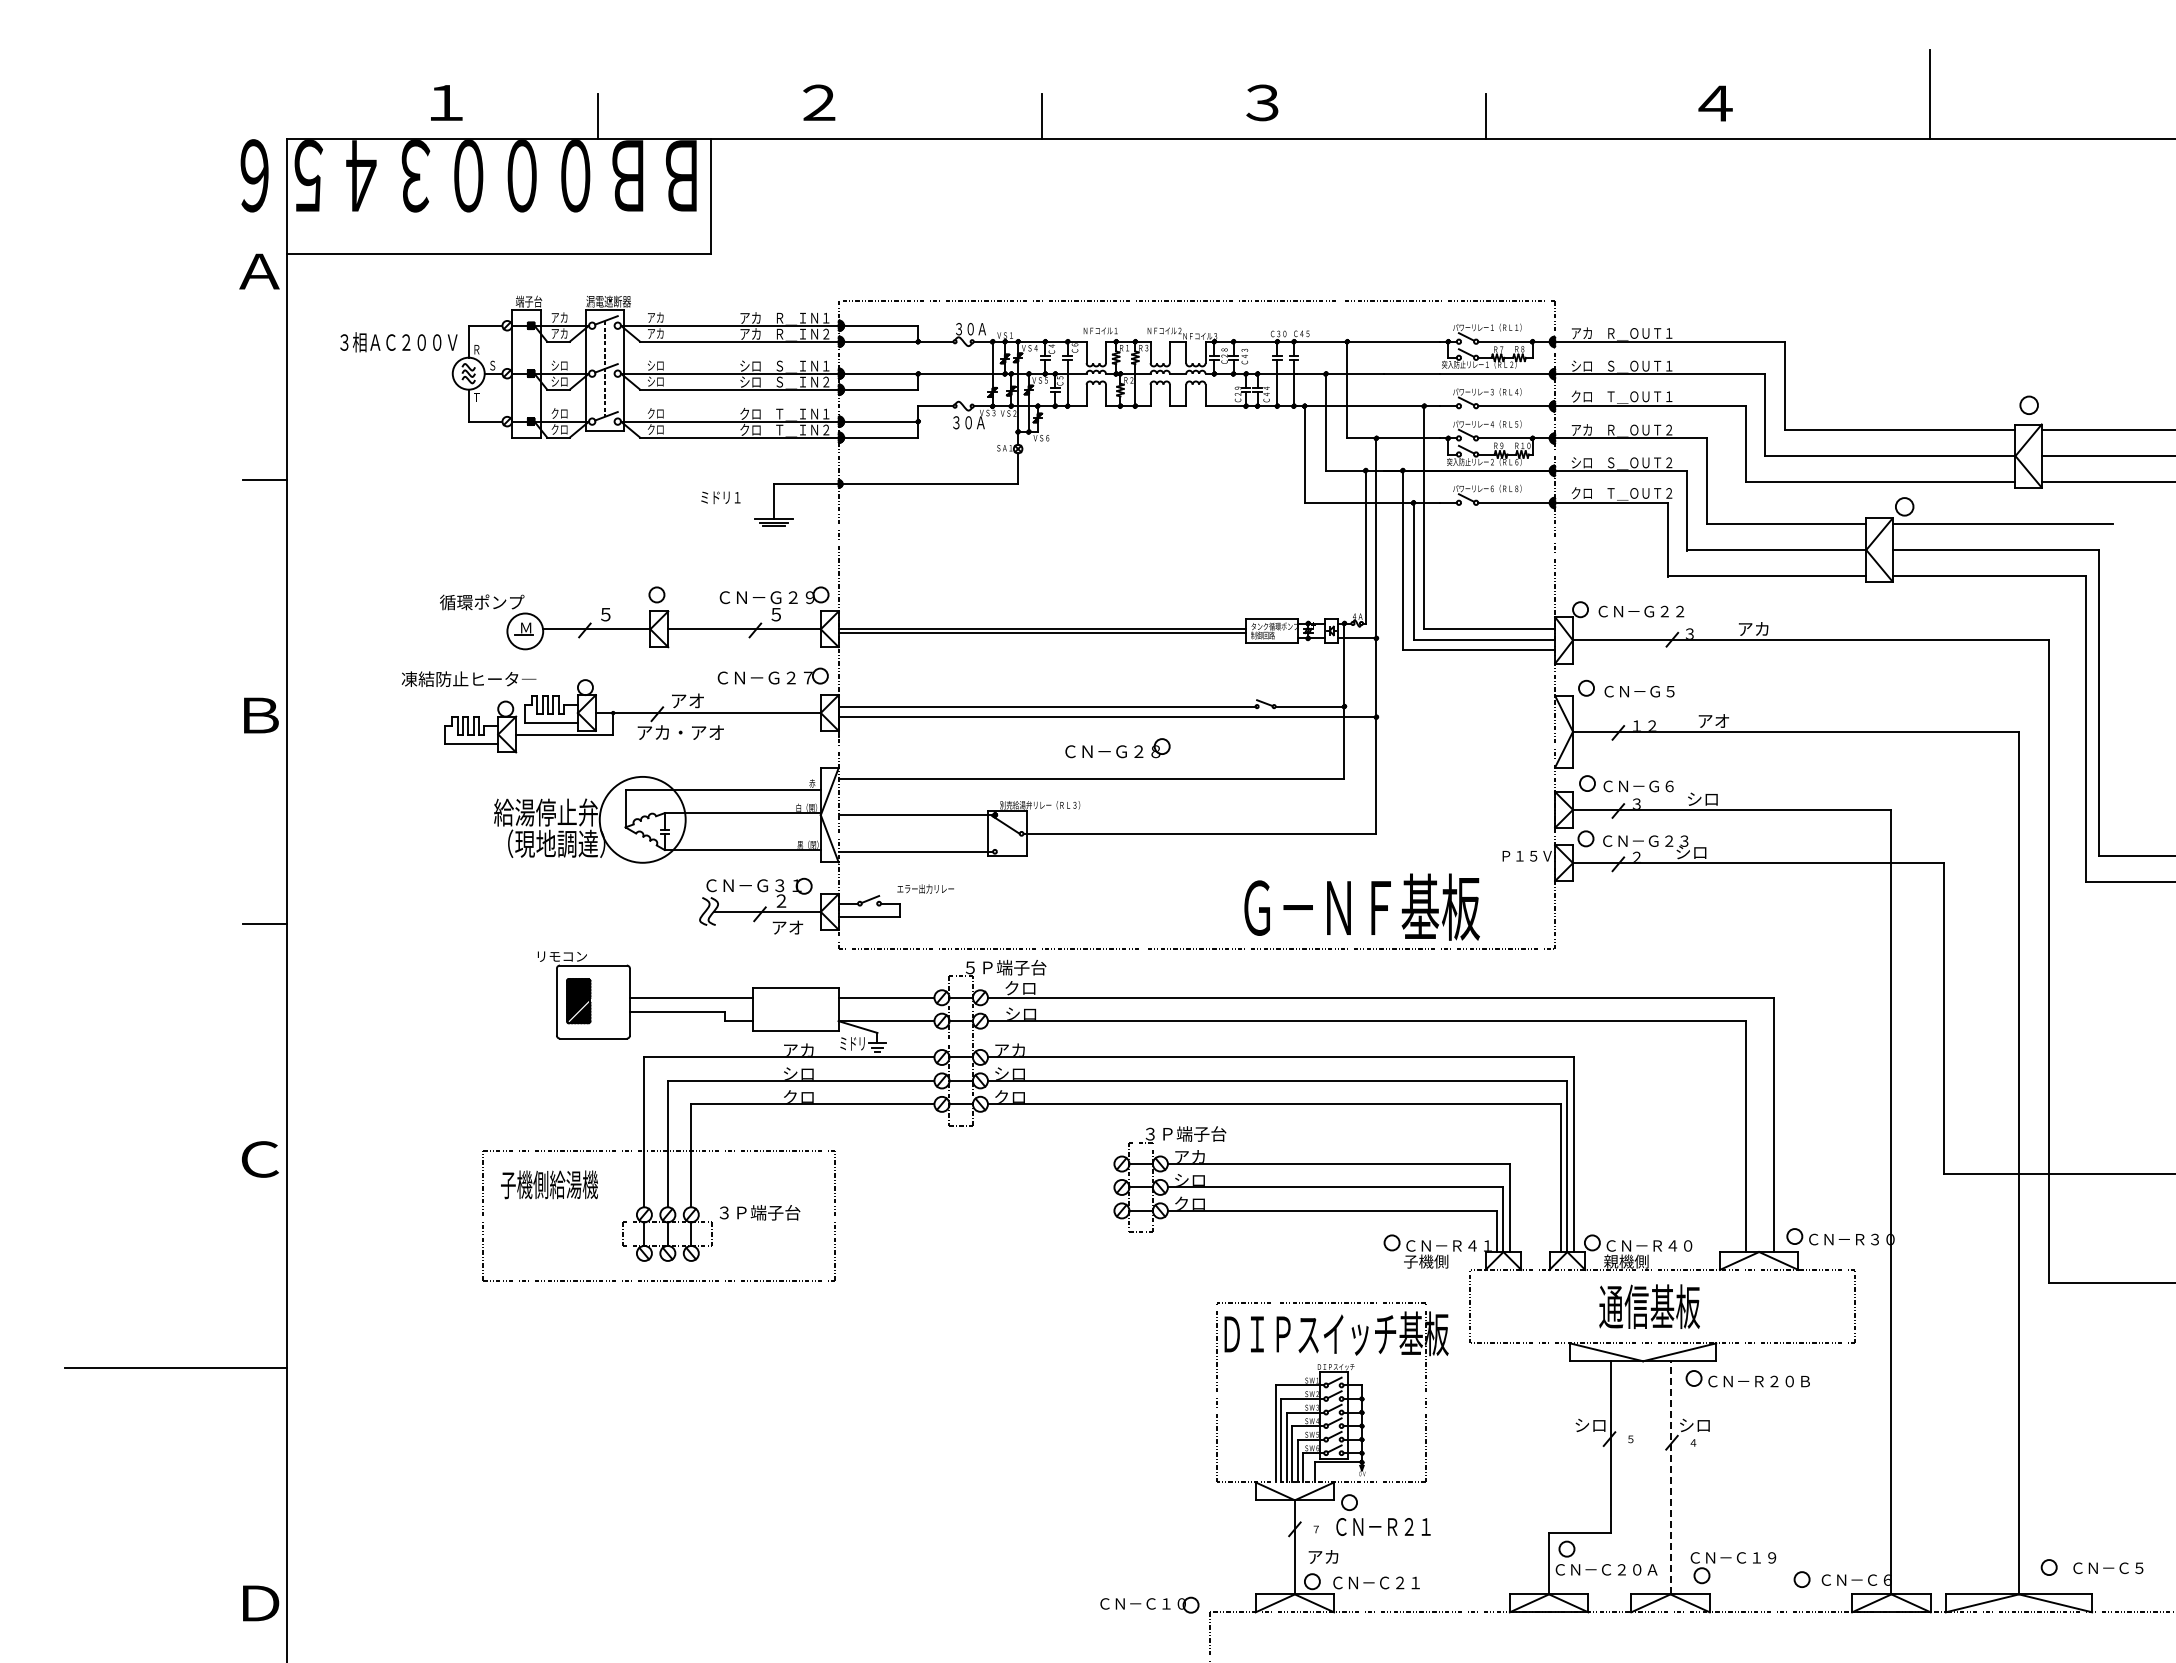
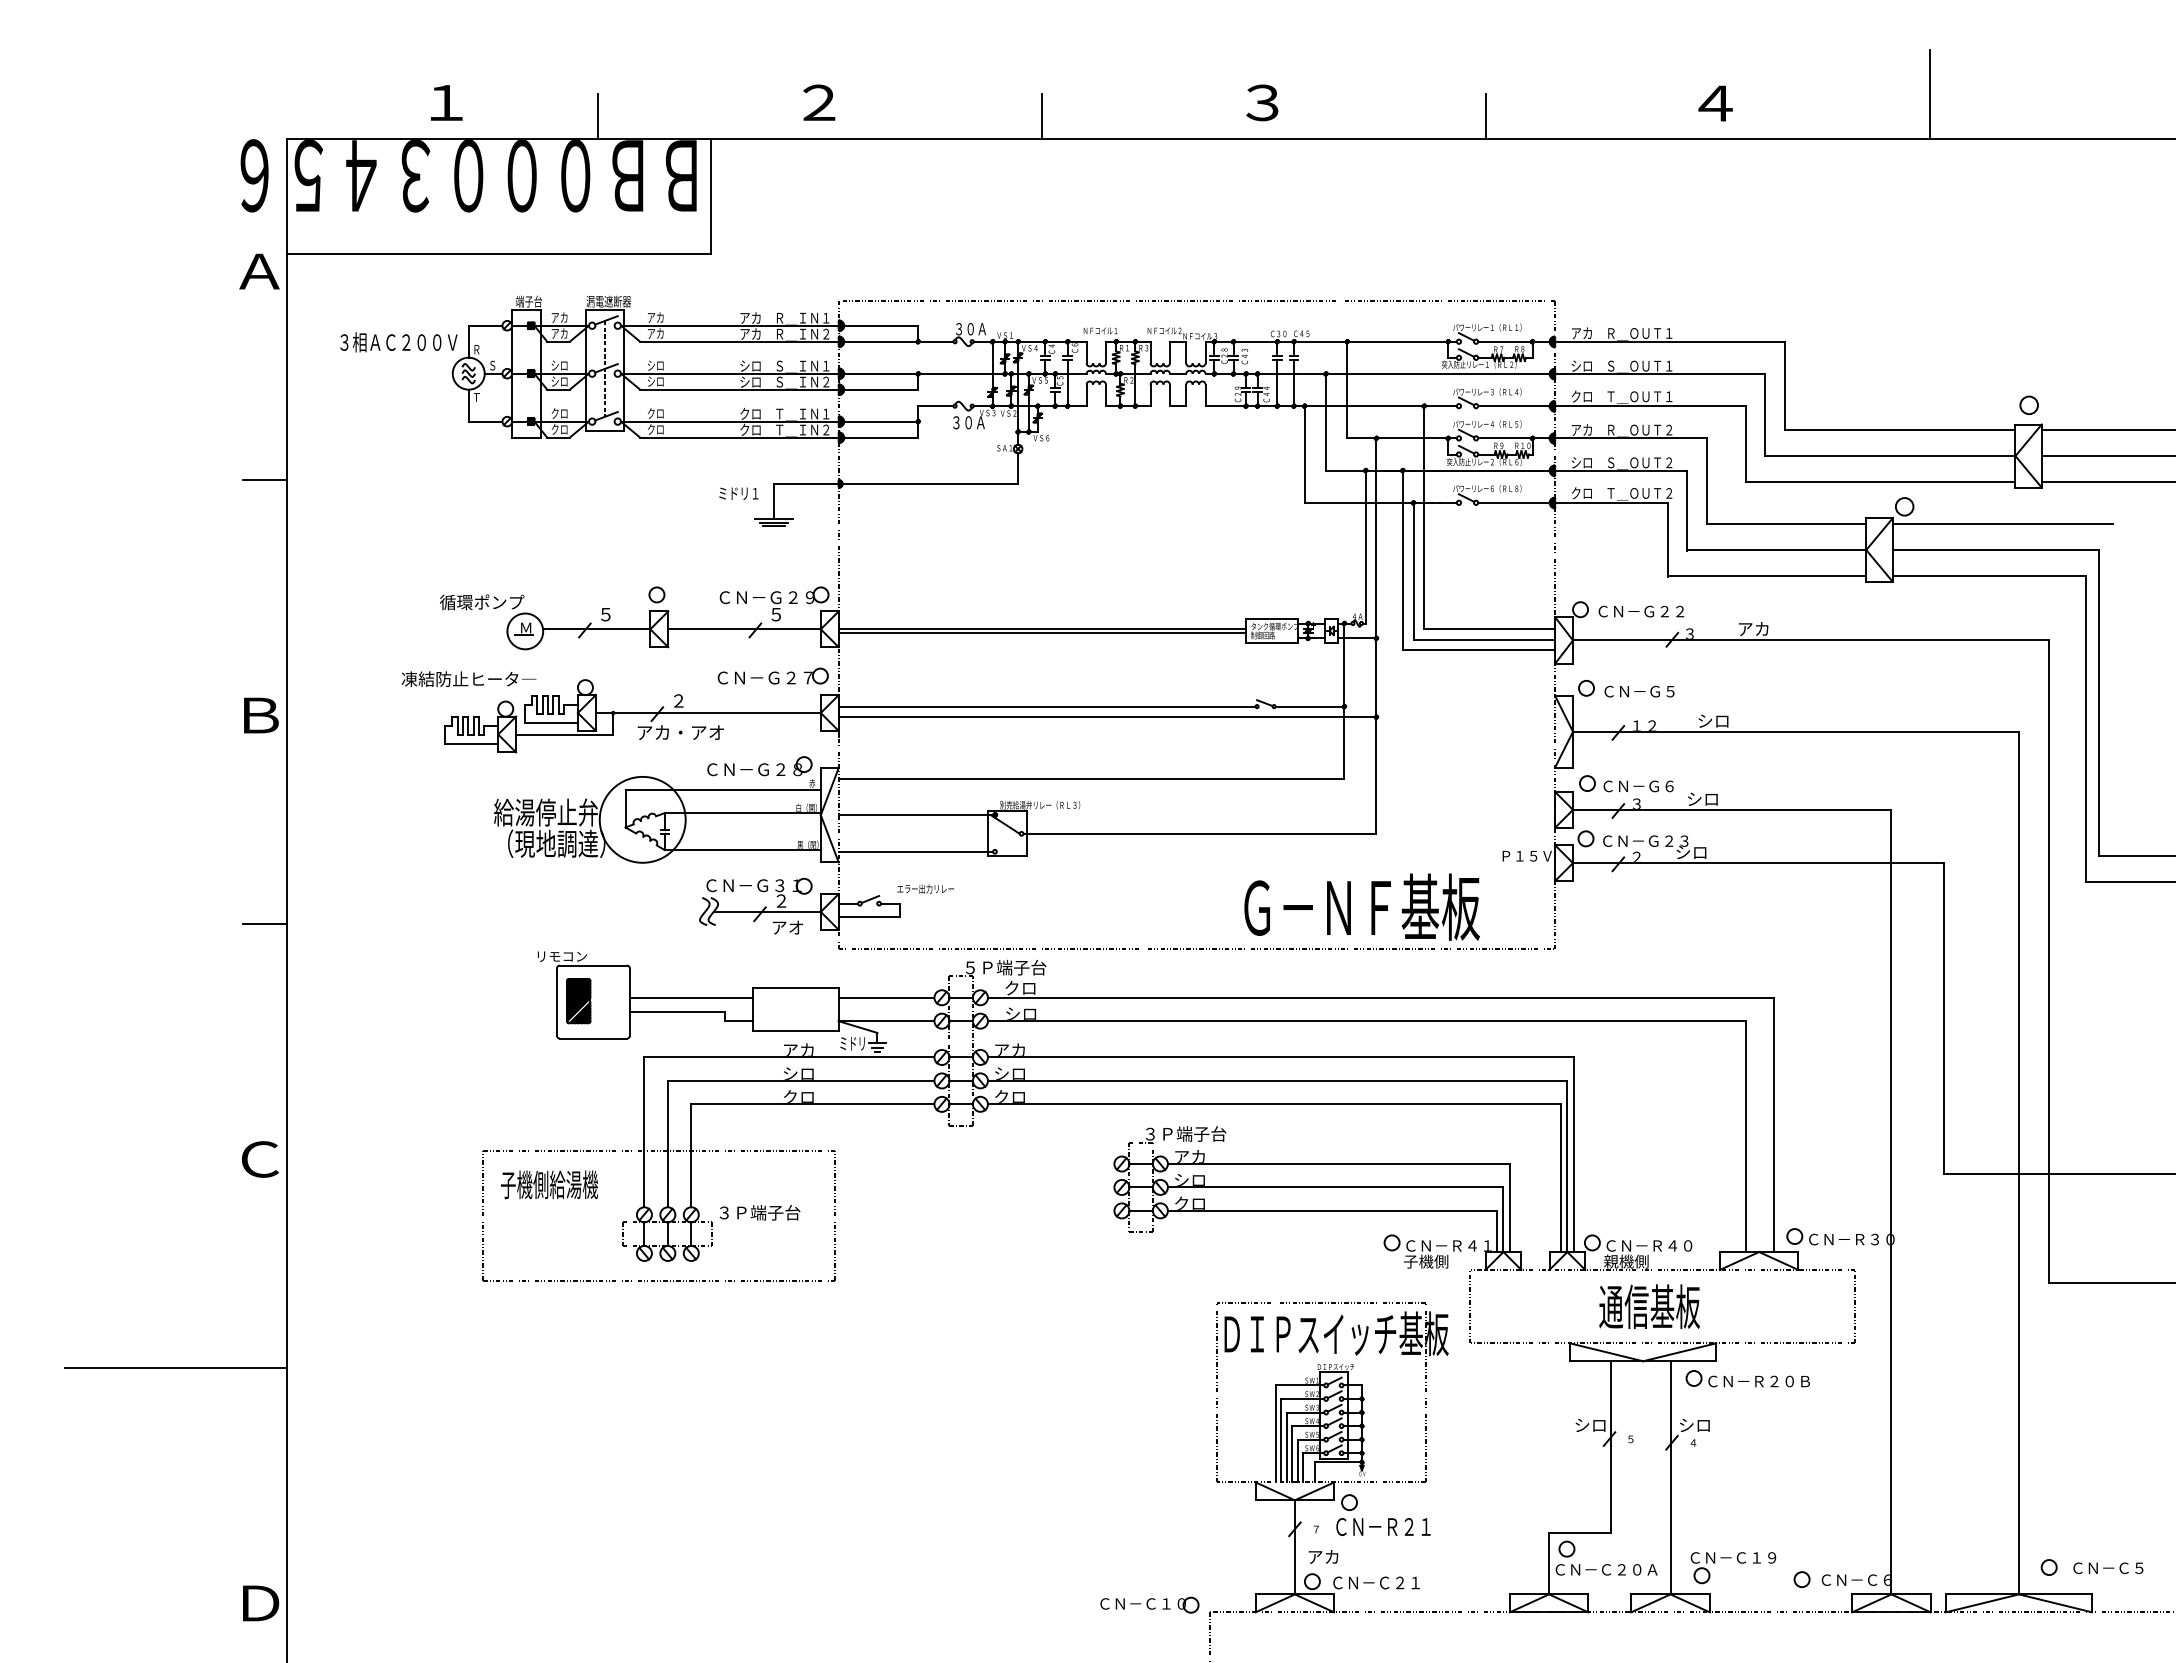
text at (720, 497) position: (720, 497) -> (738, 493)
text at (687, 700): アオ -> ２
text at (1713, 720): アオ -> シロ
part at (1117, 748) position: (1117, 748) -> (759, 766)
line at (1670, 1477): dashed -> solid
